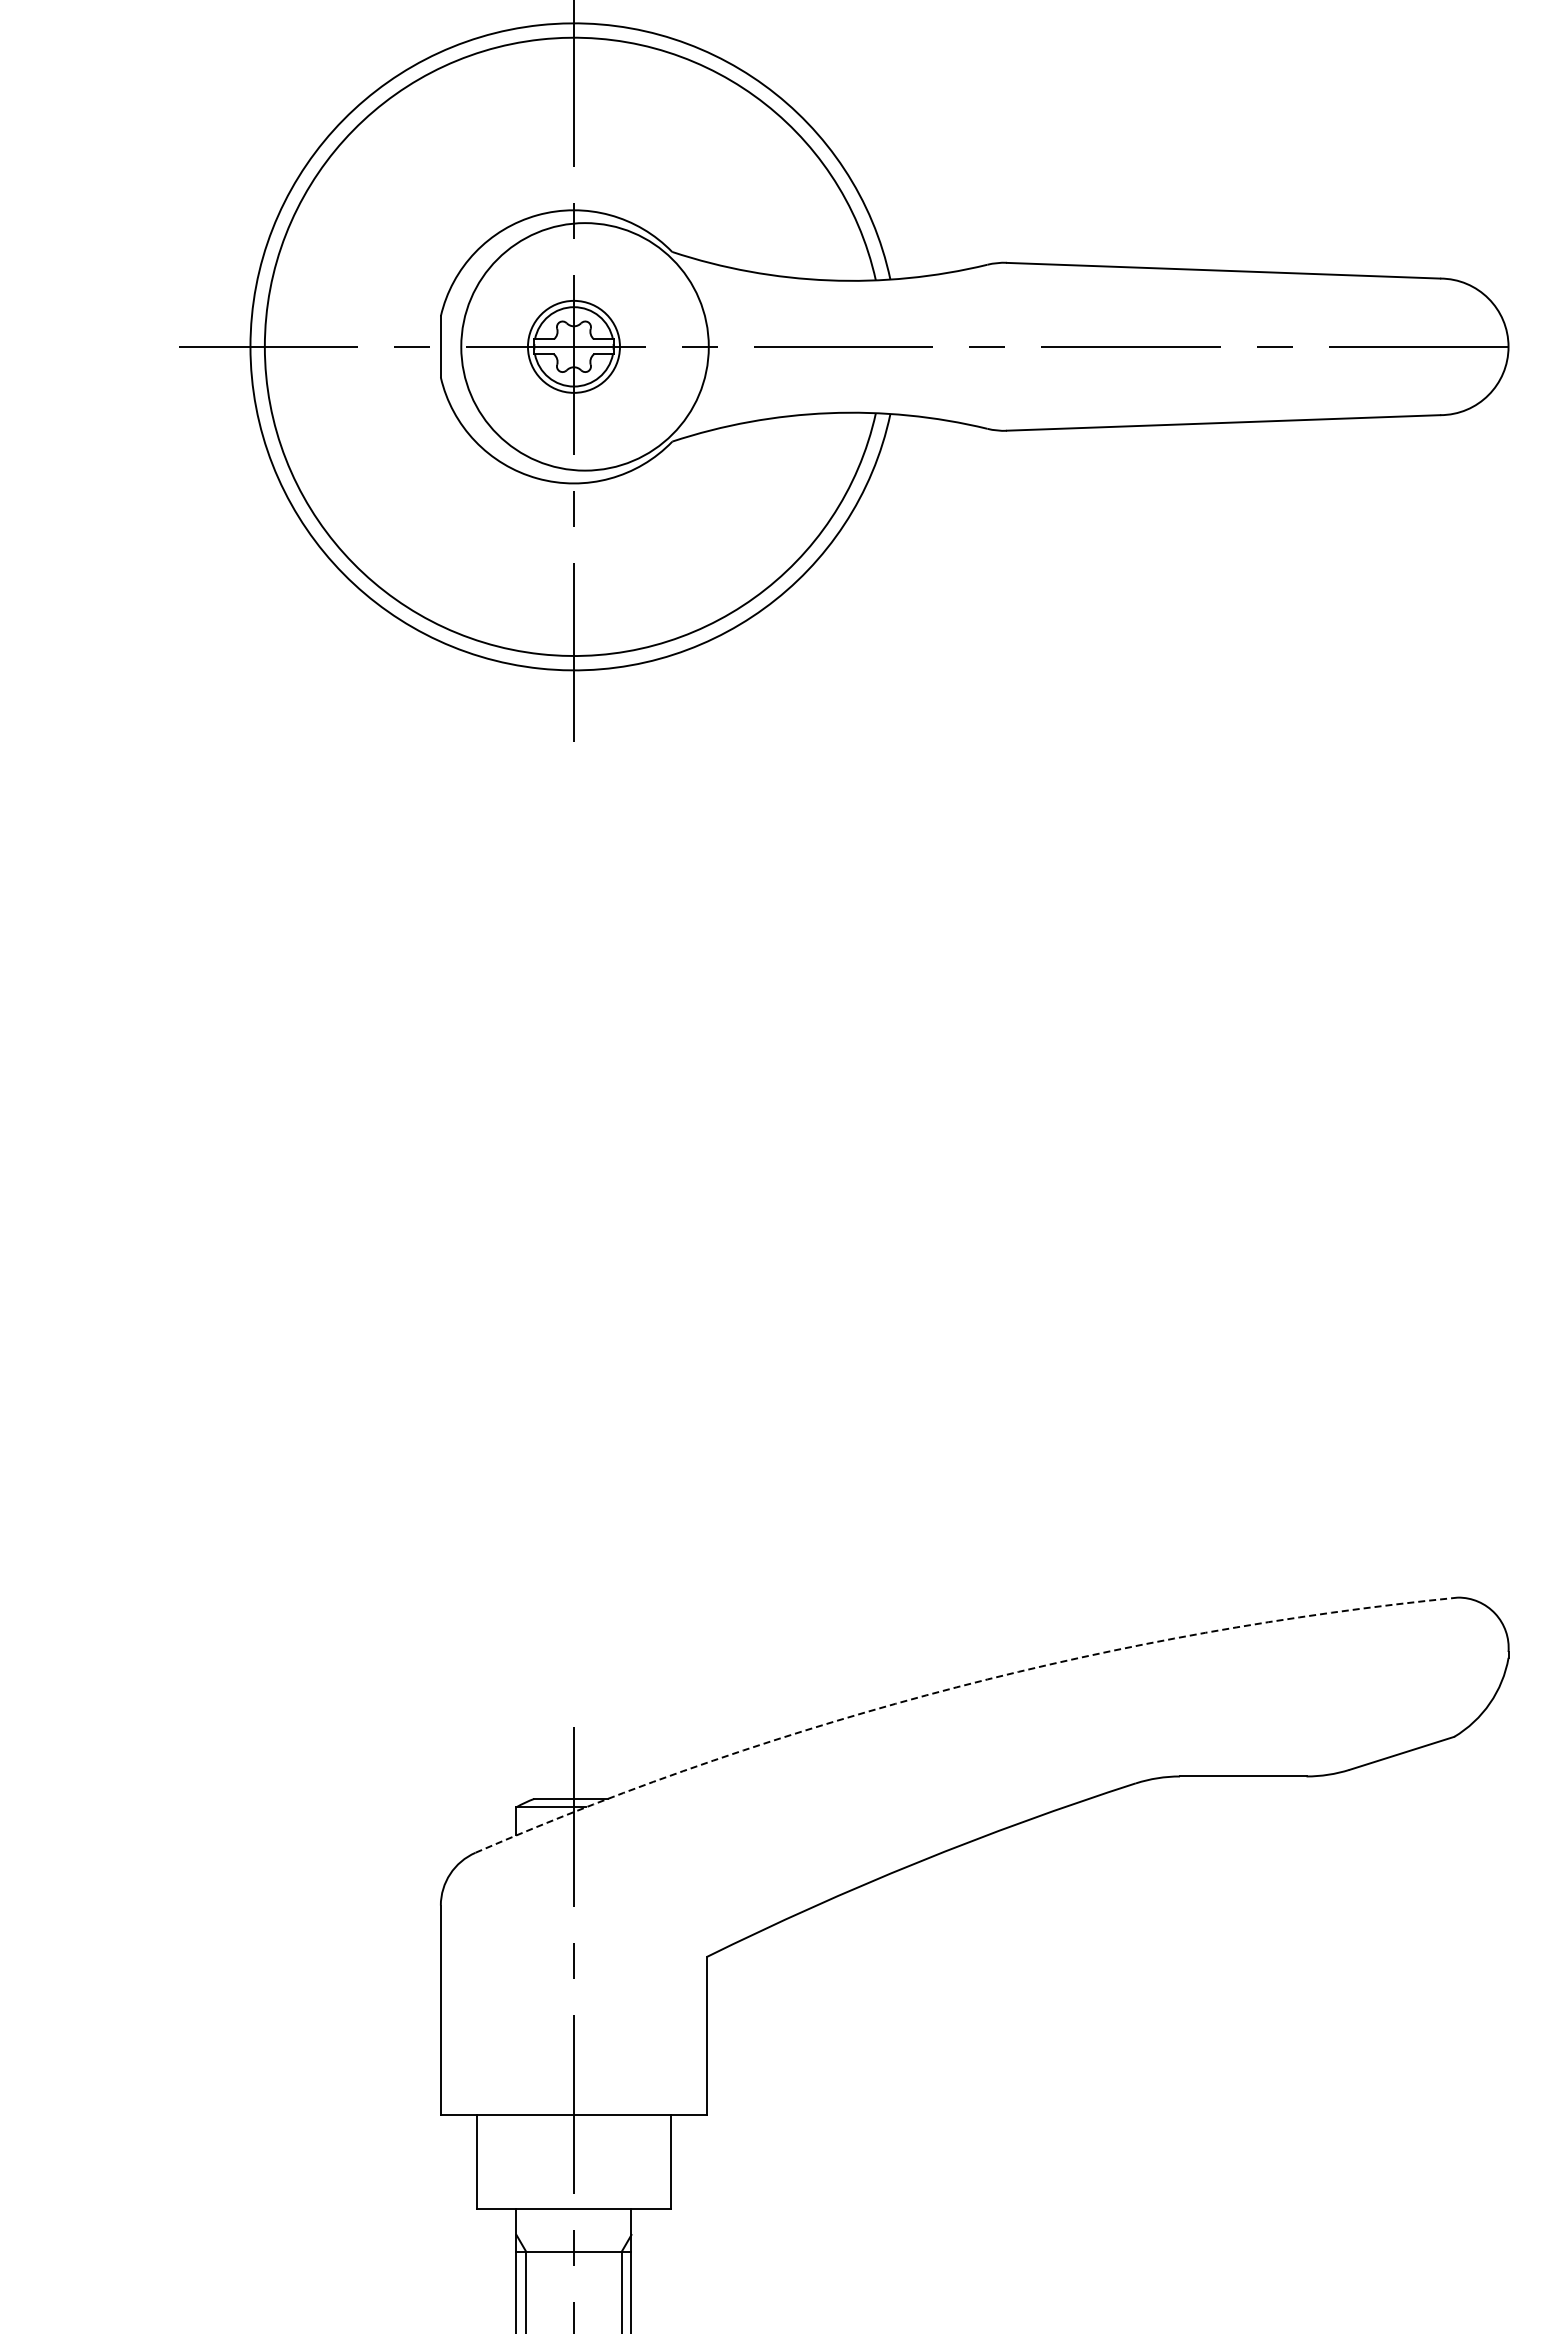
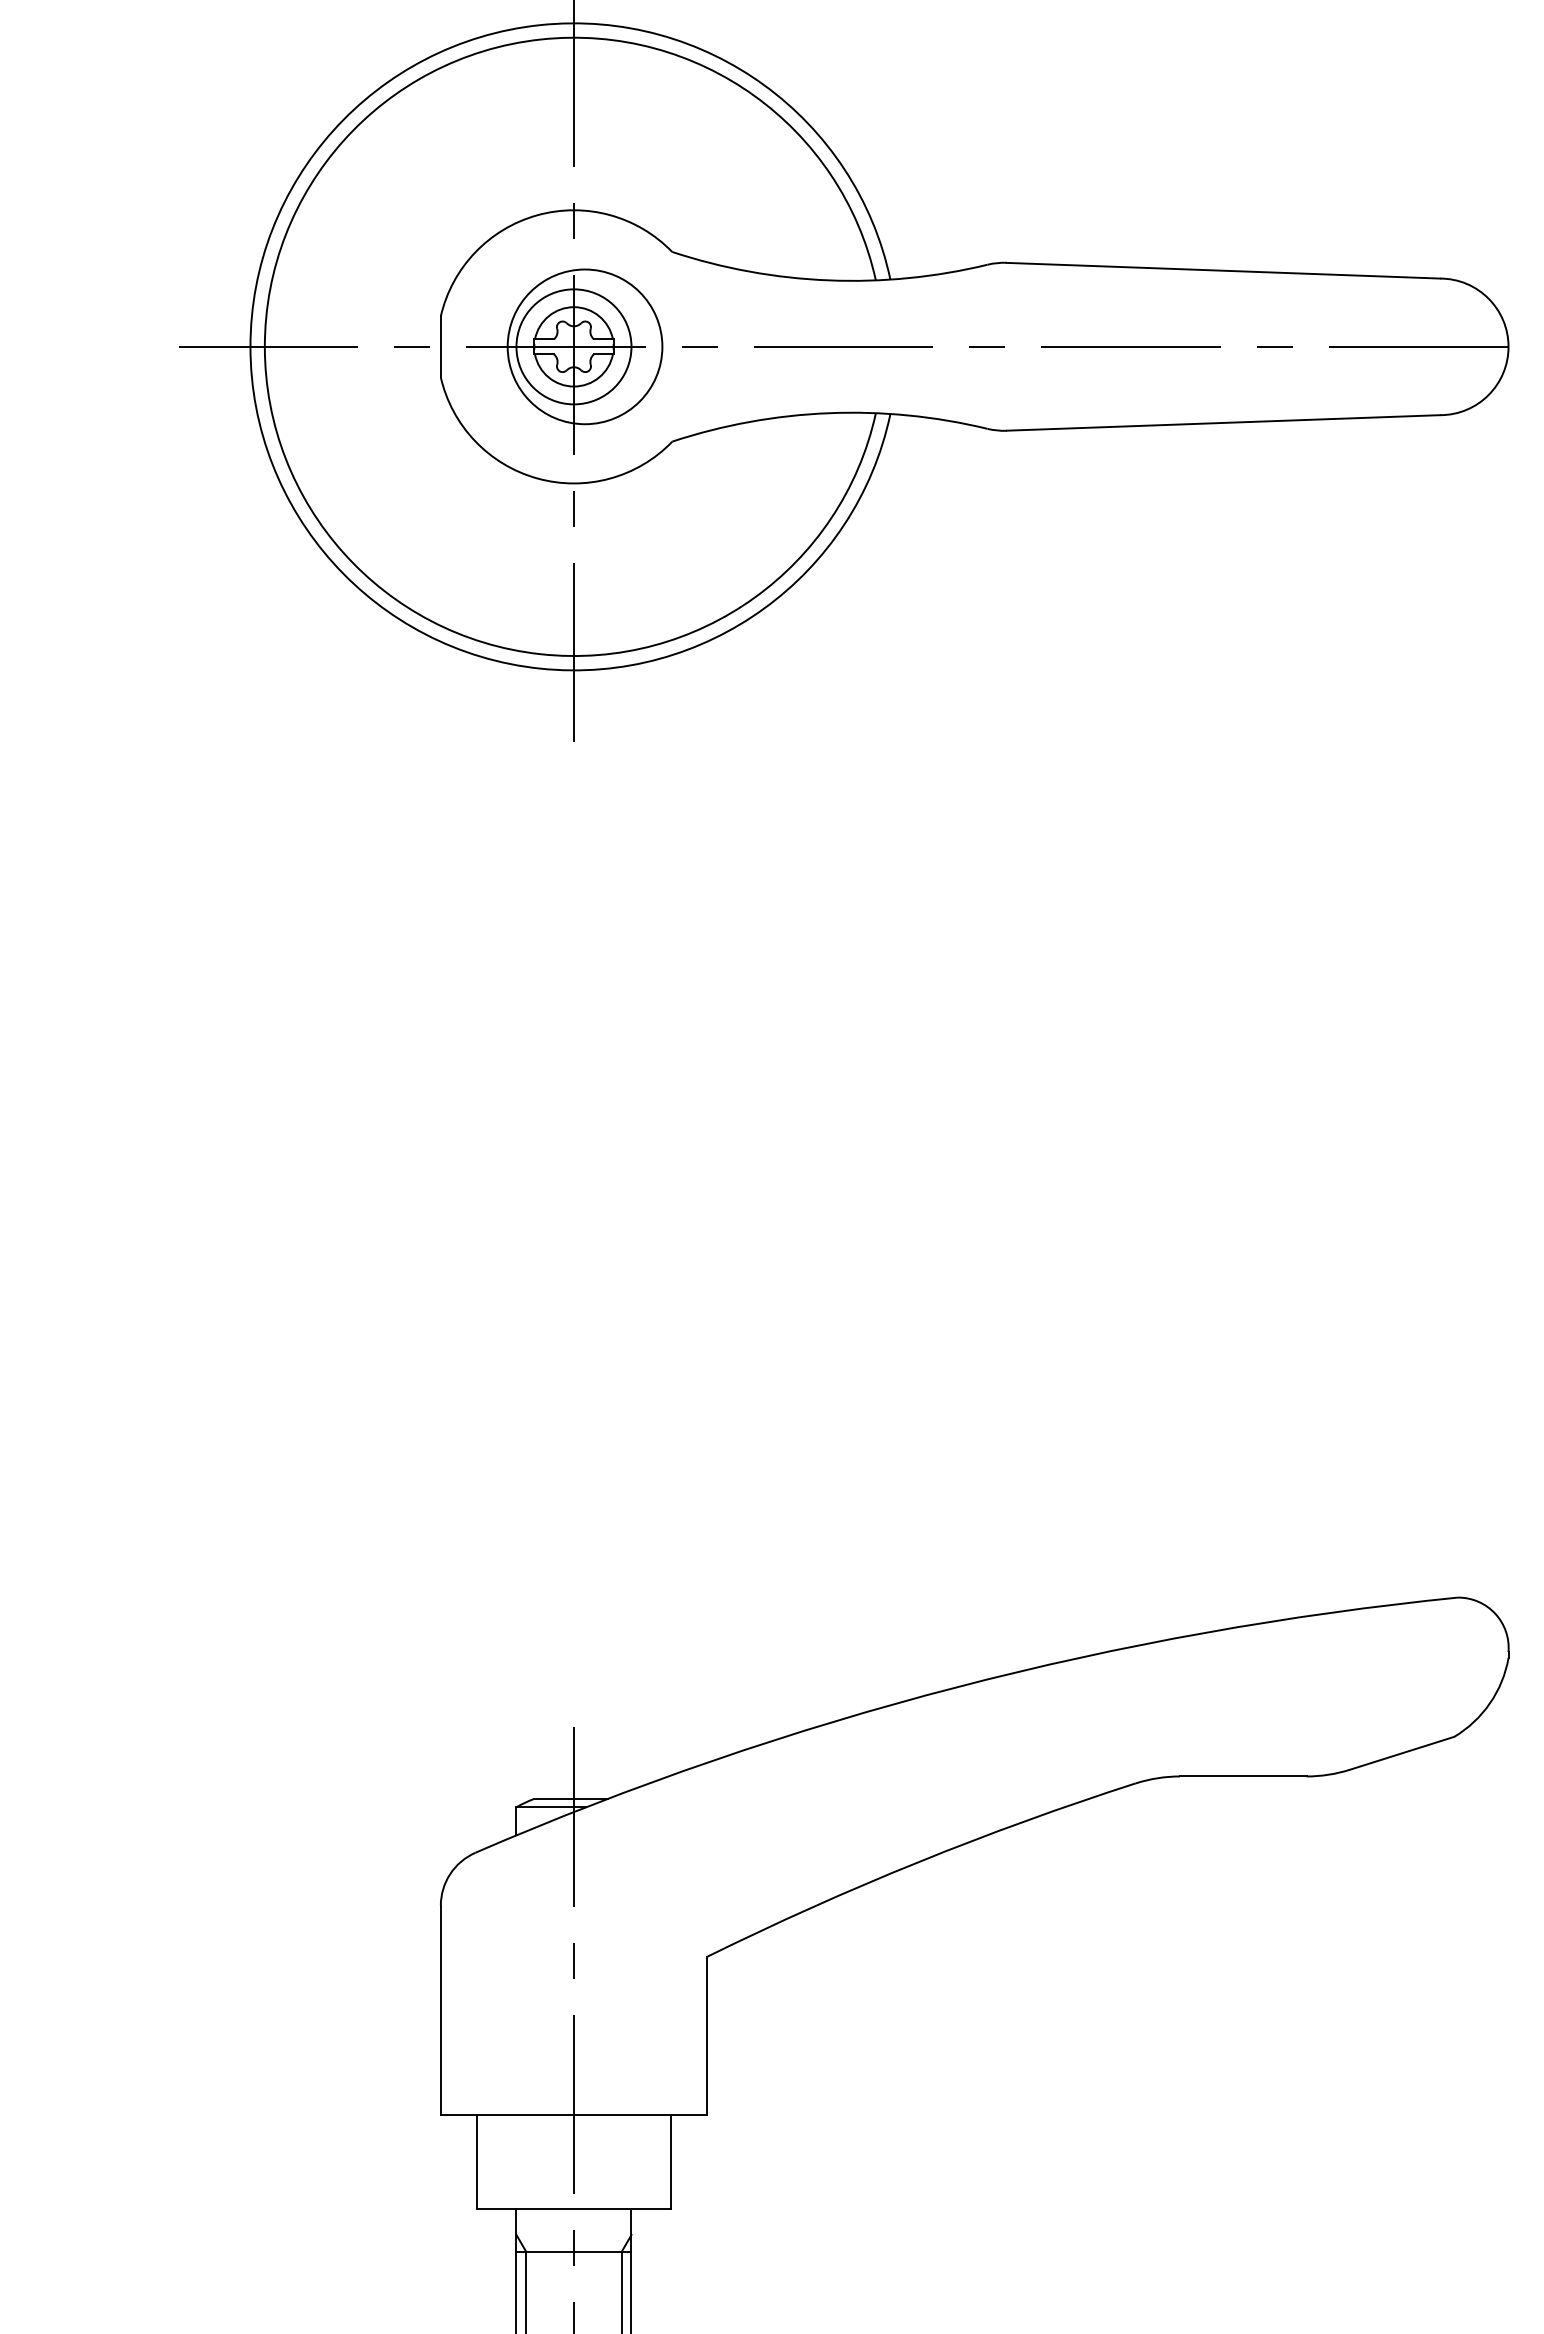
circle at (573, 346) diameter: 92 px -> 115 px
circle at (584, 346) diameter: 248 px -> 155 px
arc at (956, 1687): dashed -> solid
